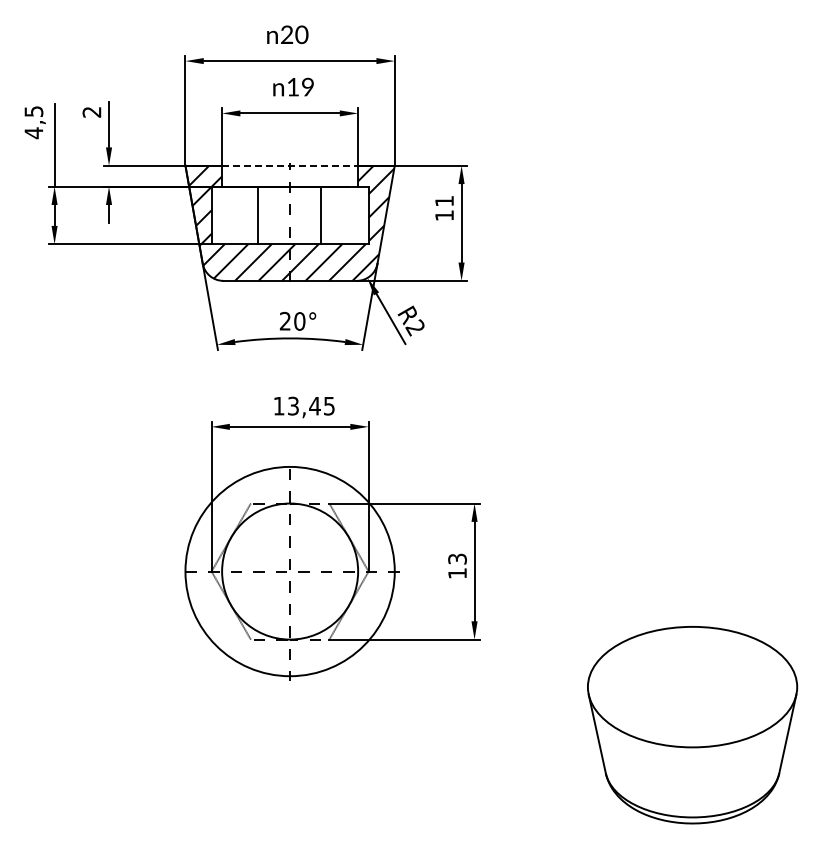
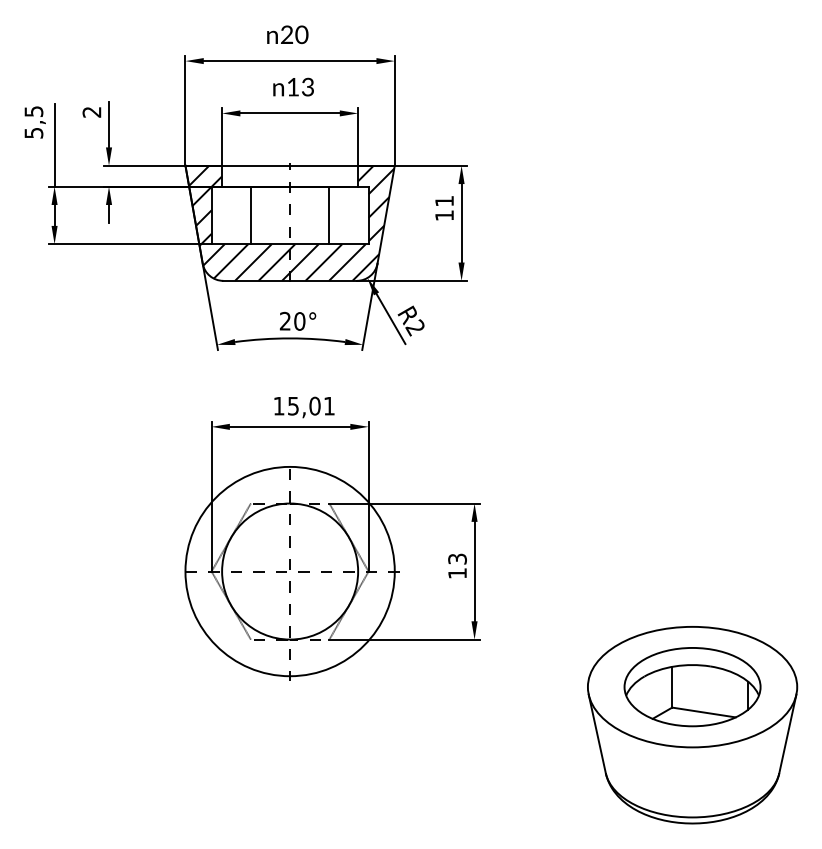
text at (307, 87): 19 -> 13
text at (33, 133): 4,5 -> 5,5
line at (290, 165): dashed -> solid
line at (257, 215) position: (257, 215) -> (250, 215)
line at (321, 215) position: (321, 215) -> (329, 215)
text at (311, 405): 13,45 -> 15,01
part at (692, 687): none -> present
